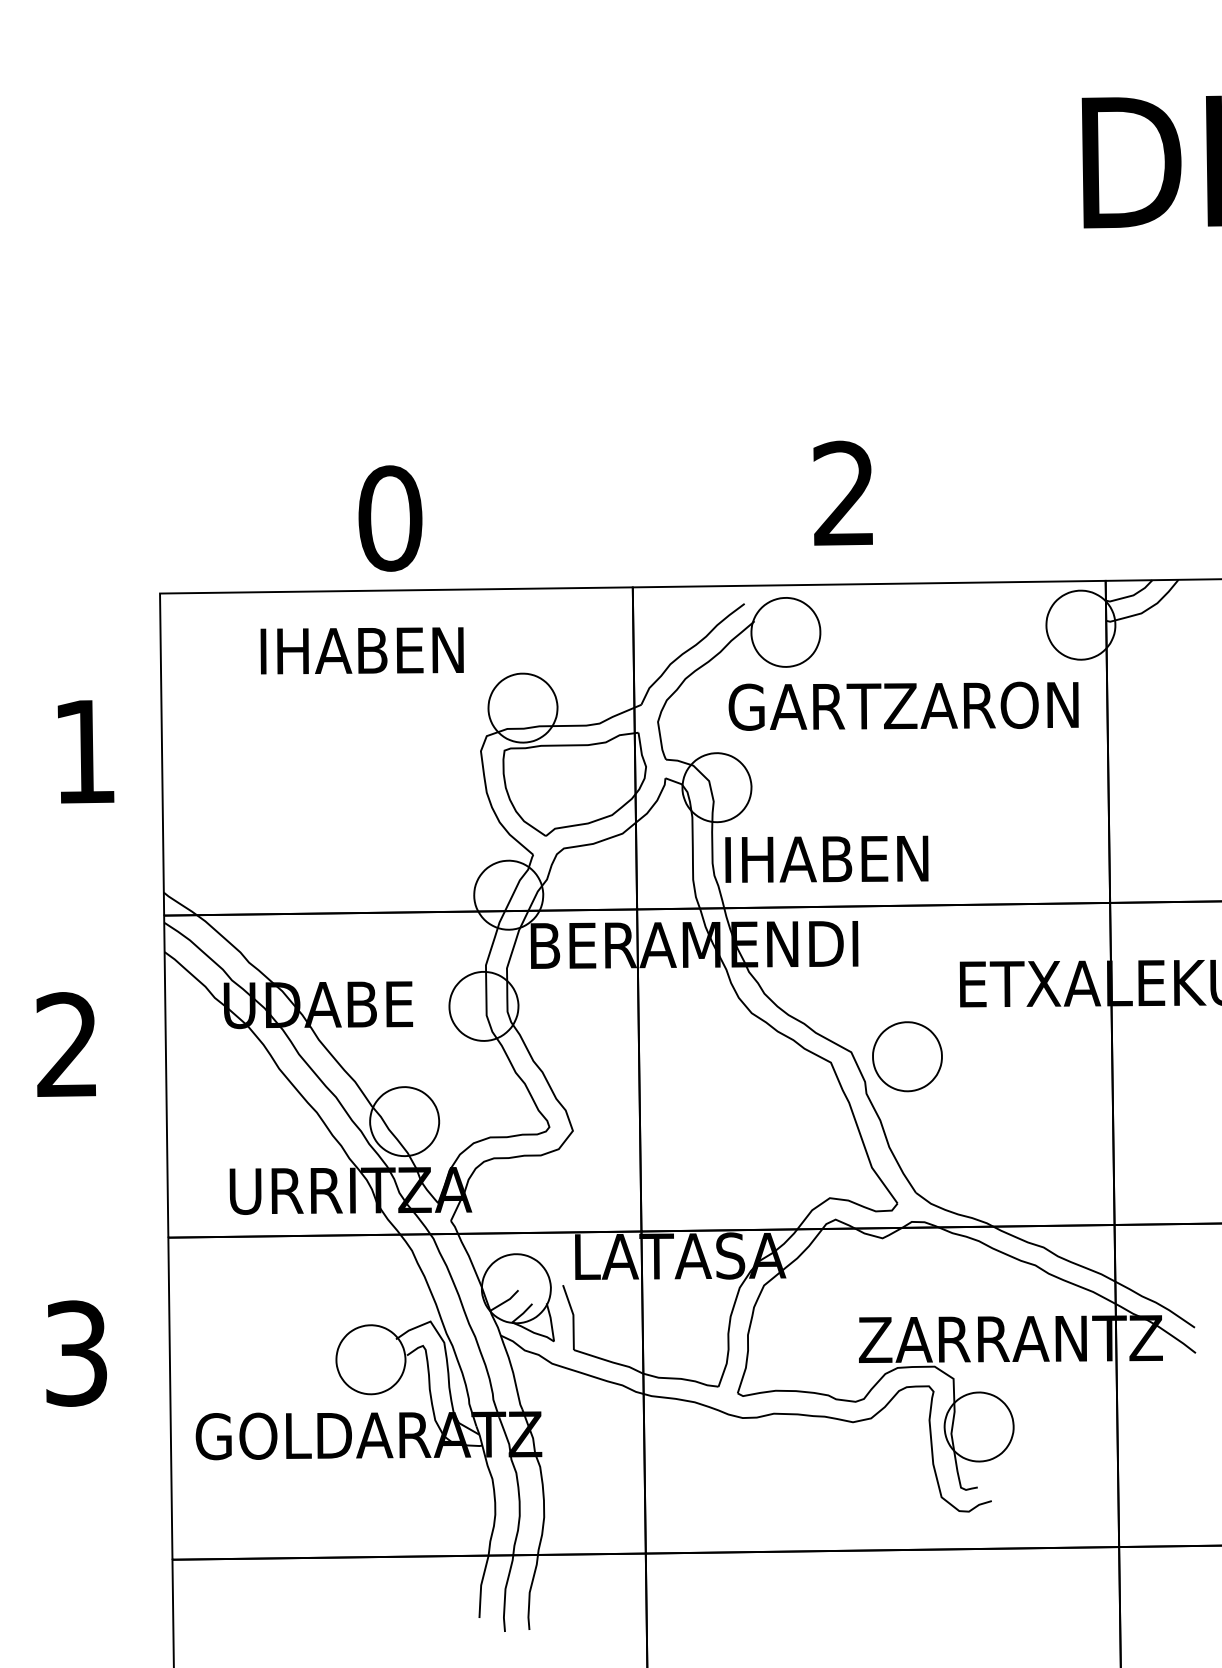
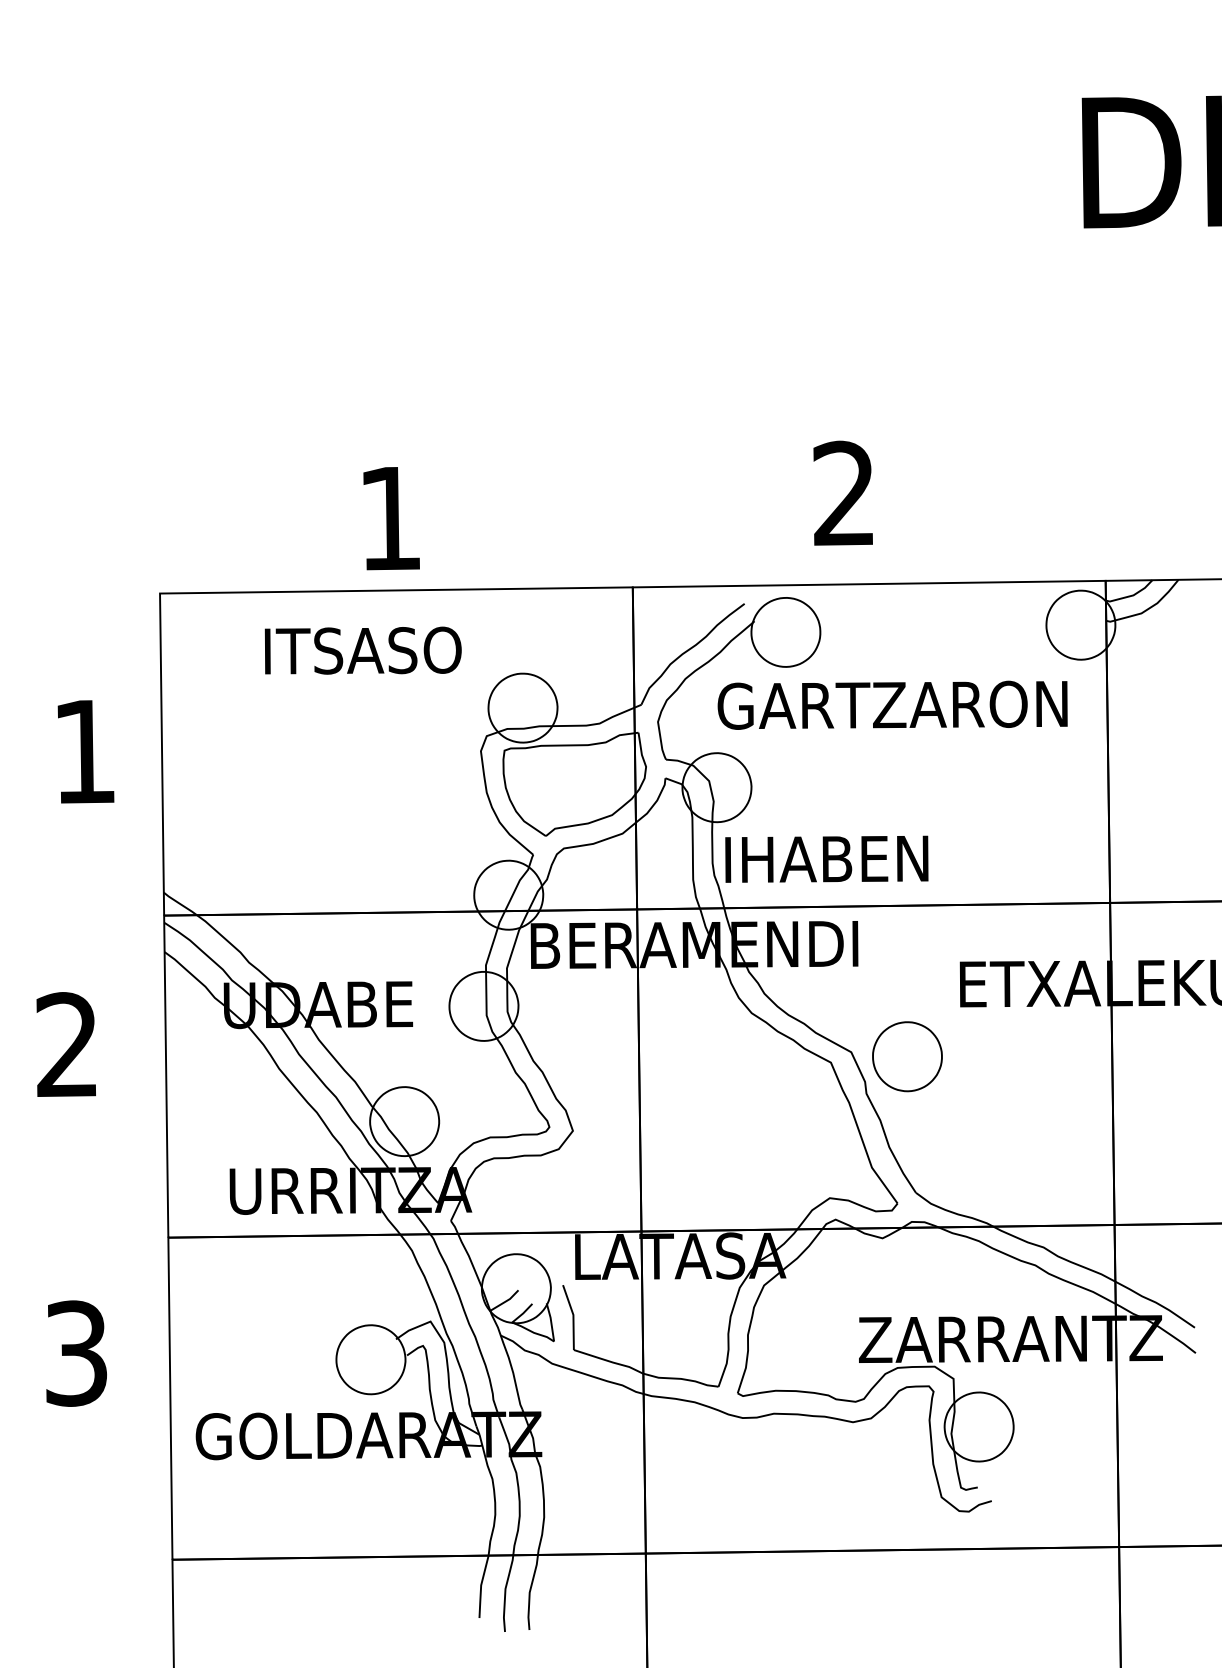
text at (390, 518): 0 -> 1
text at (361, 650): IHABEN -> ITSASO
text at (903, 705) position: (903, 705) -> (892, 704)
